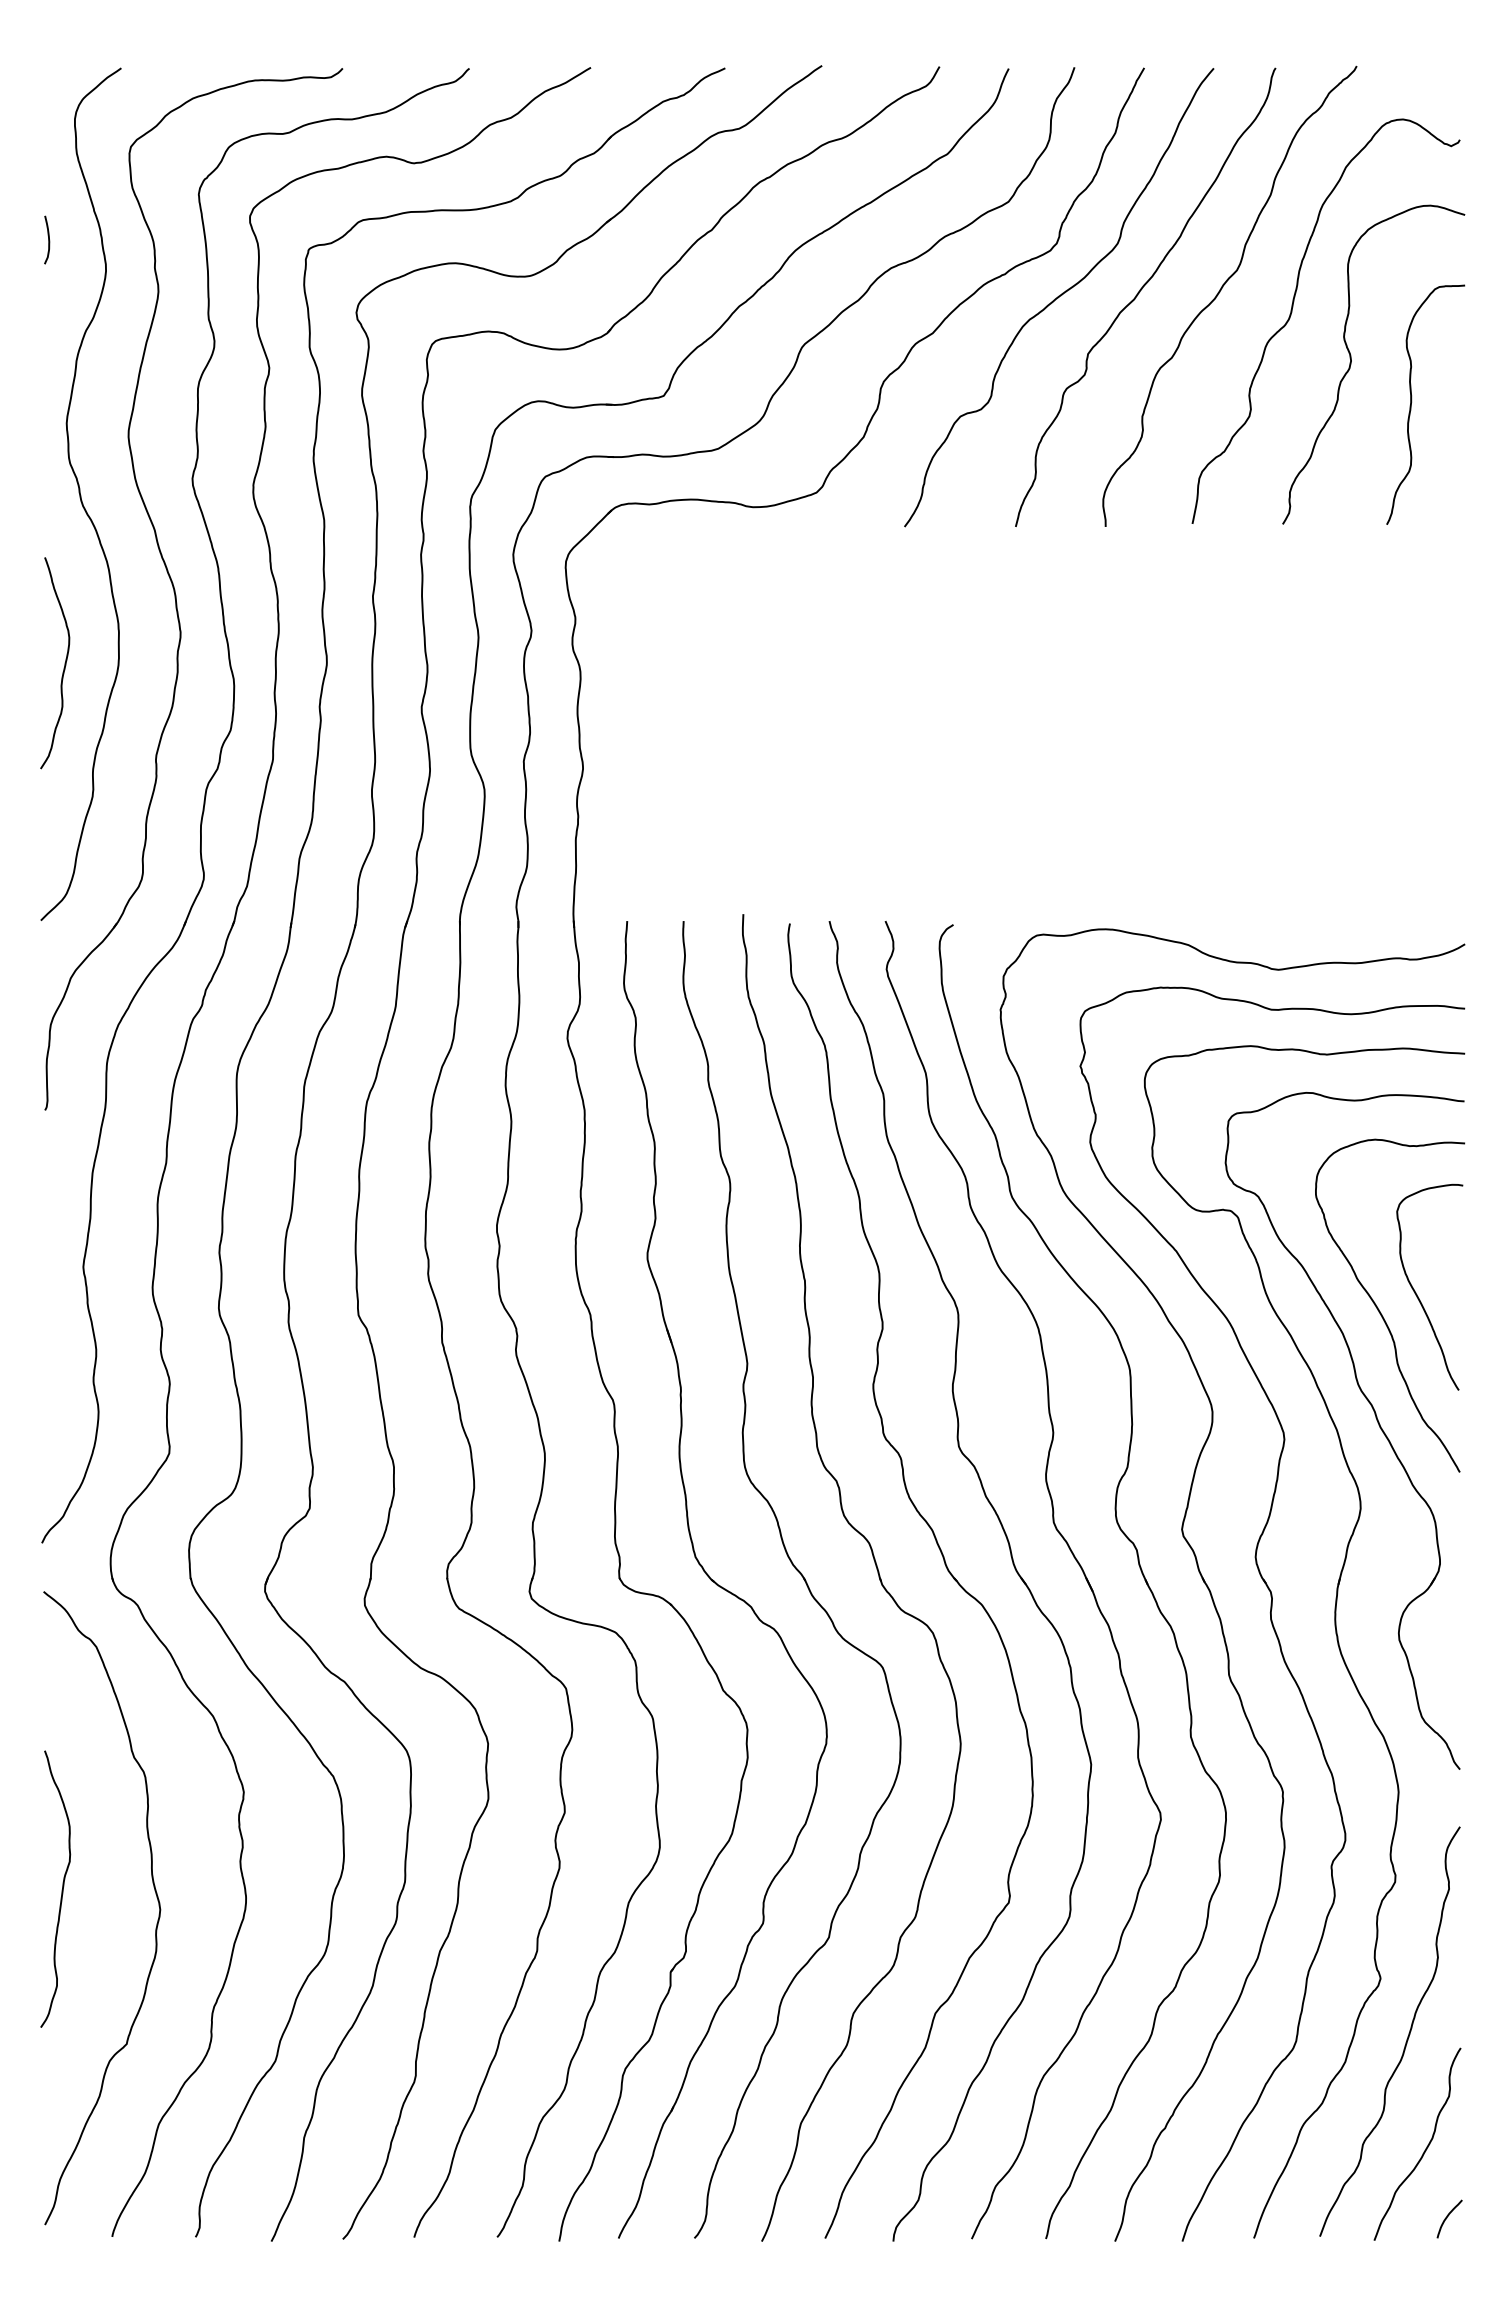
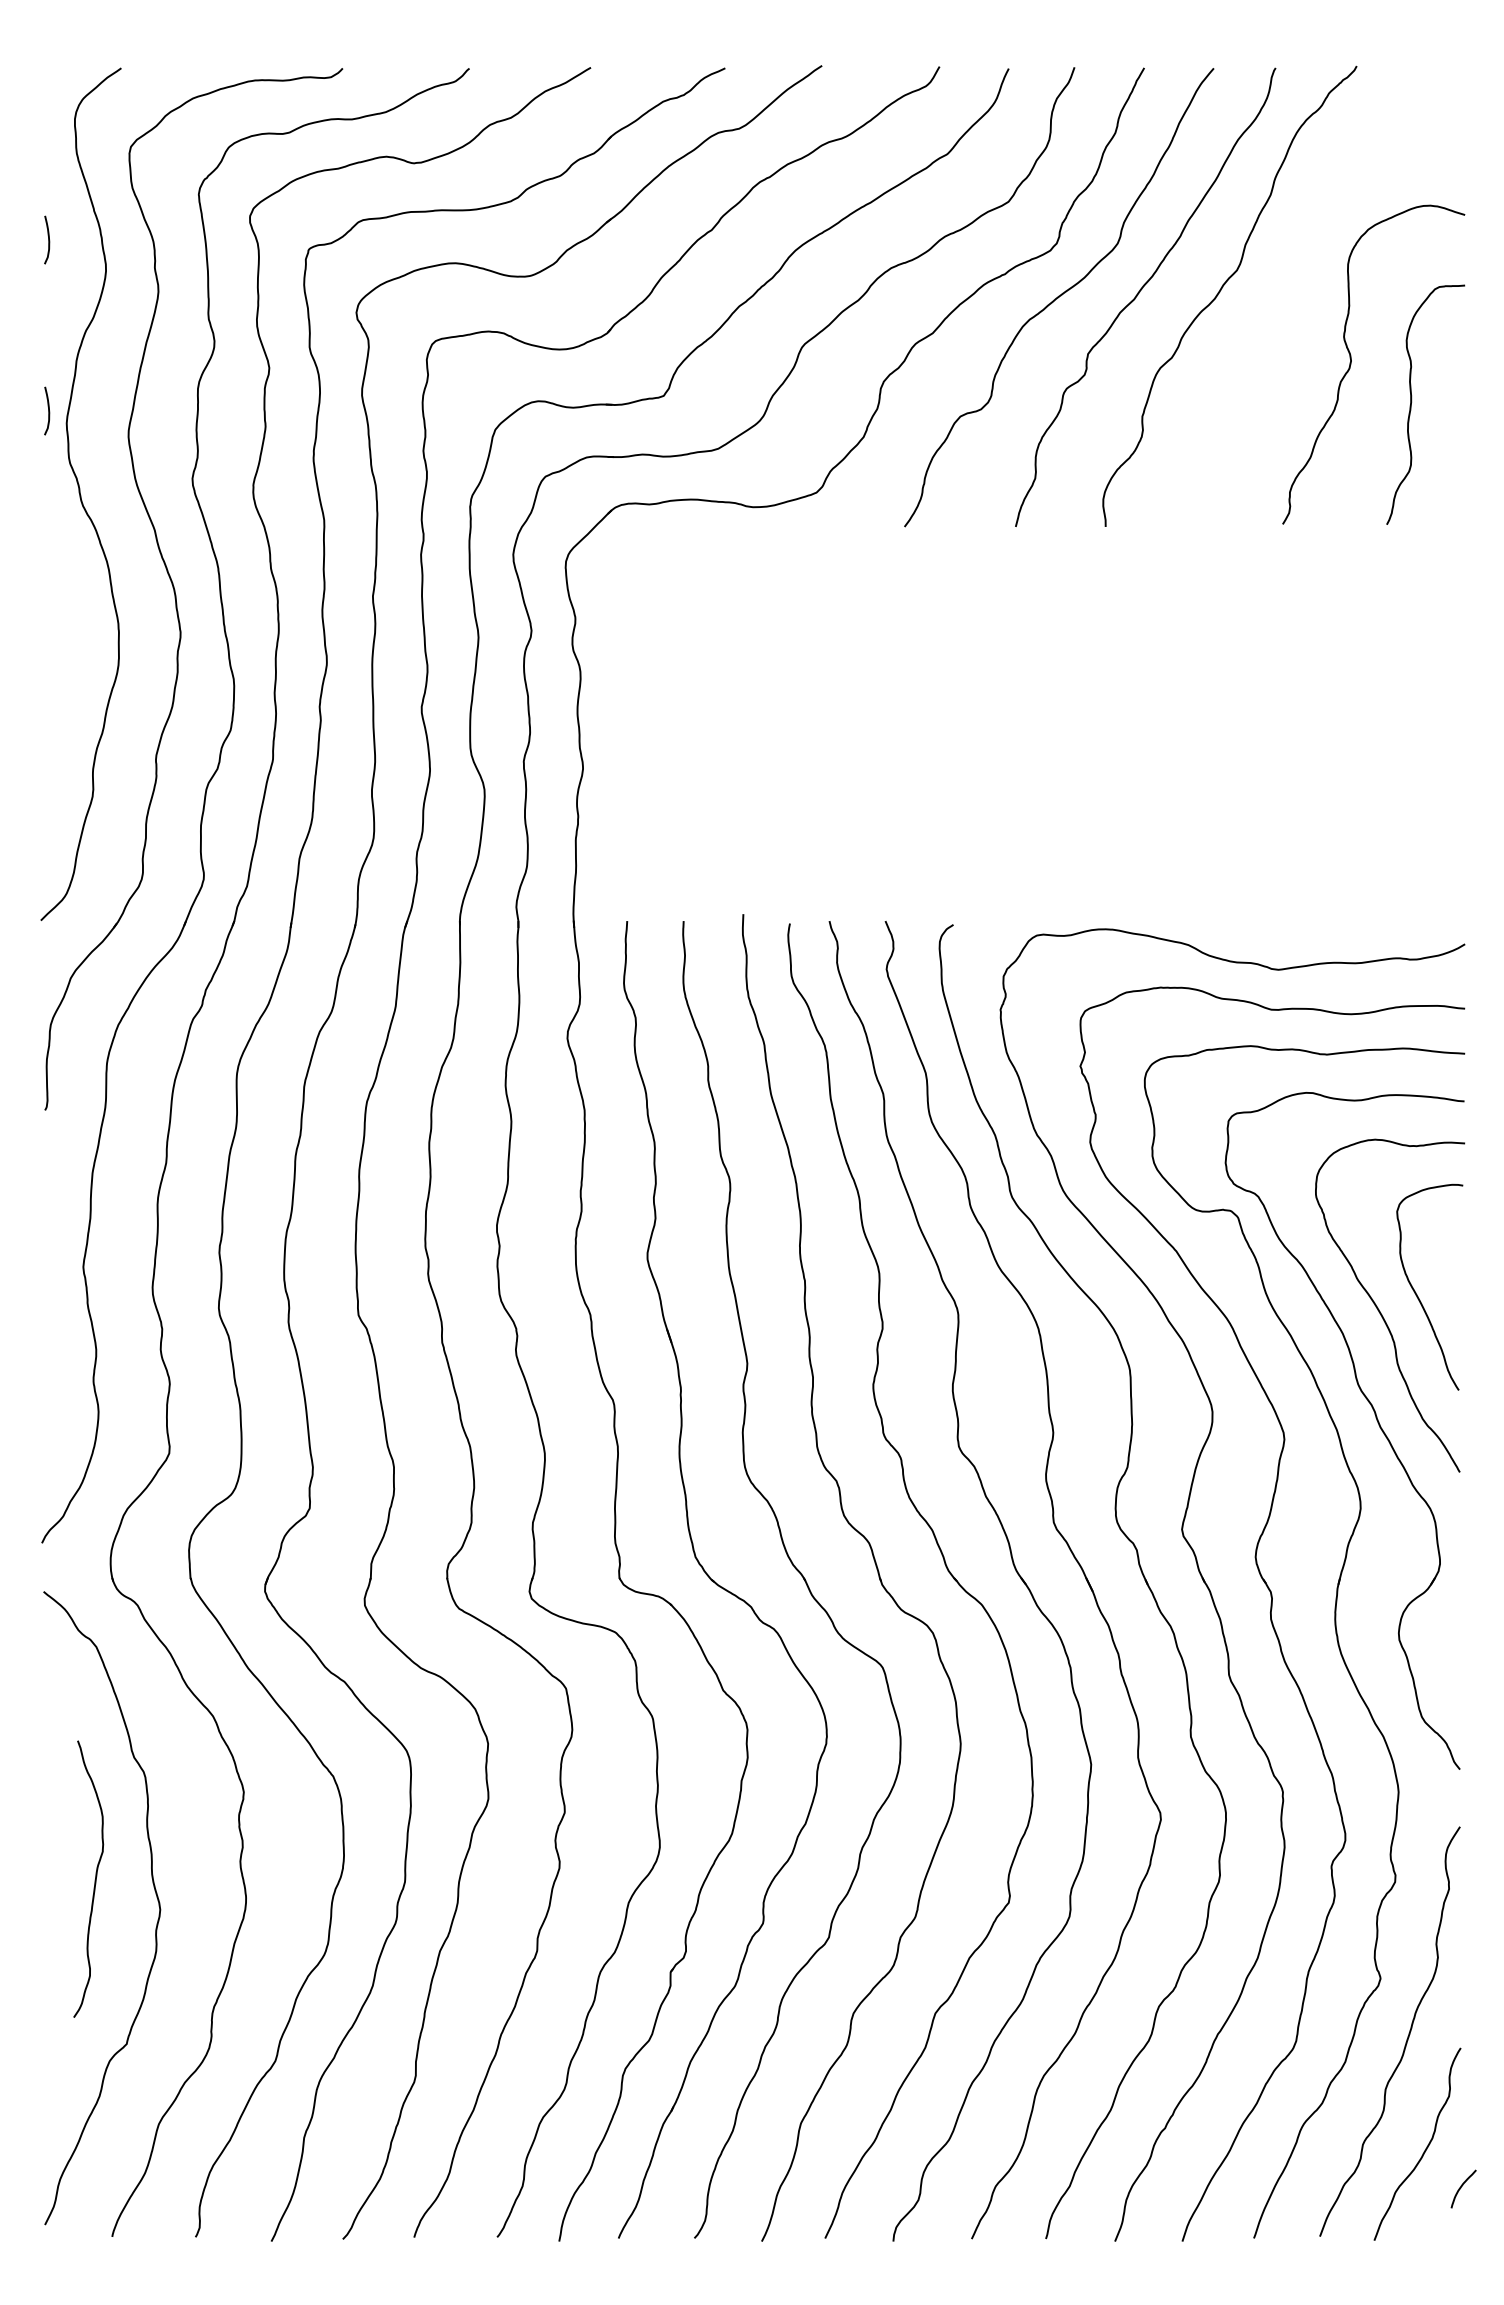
curve at (1292, 312): present -> none
curve at (48, 410): none -> present
curve at (64, 663): present -> none
curve at (61, 1889) position: (61, 1889) -> (94, 1879)
curve at (1447, 2218) position: (1447, 2218) -> (1461, 2188)
